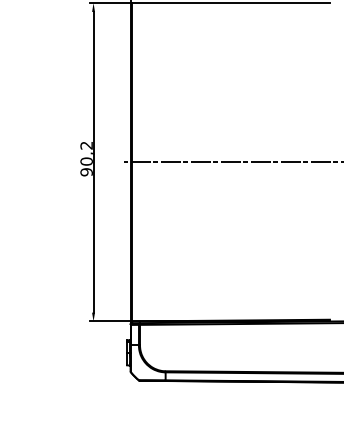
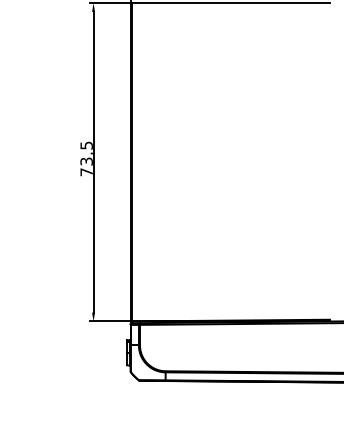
text at (86, 158): 90,2 -> 73,5
line at (232, 162): present -> none
